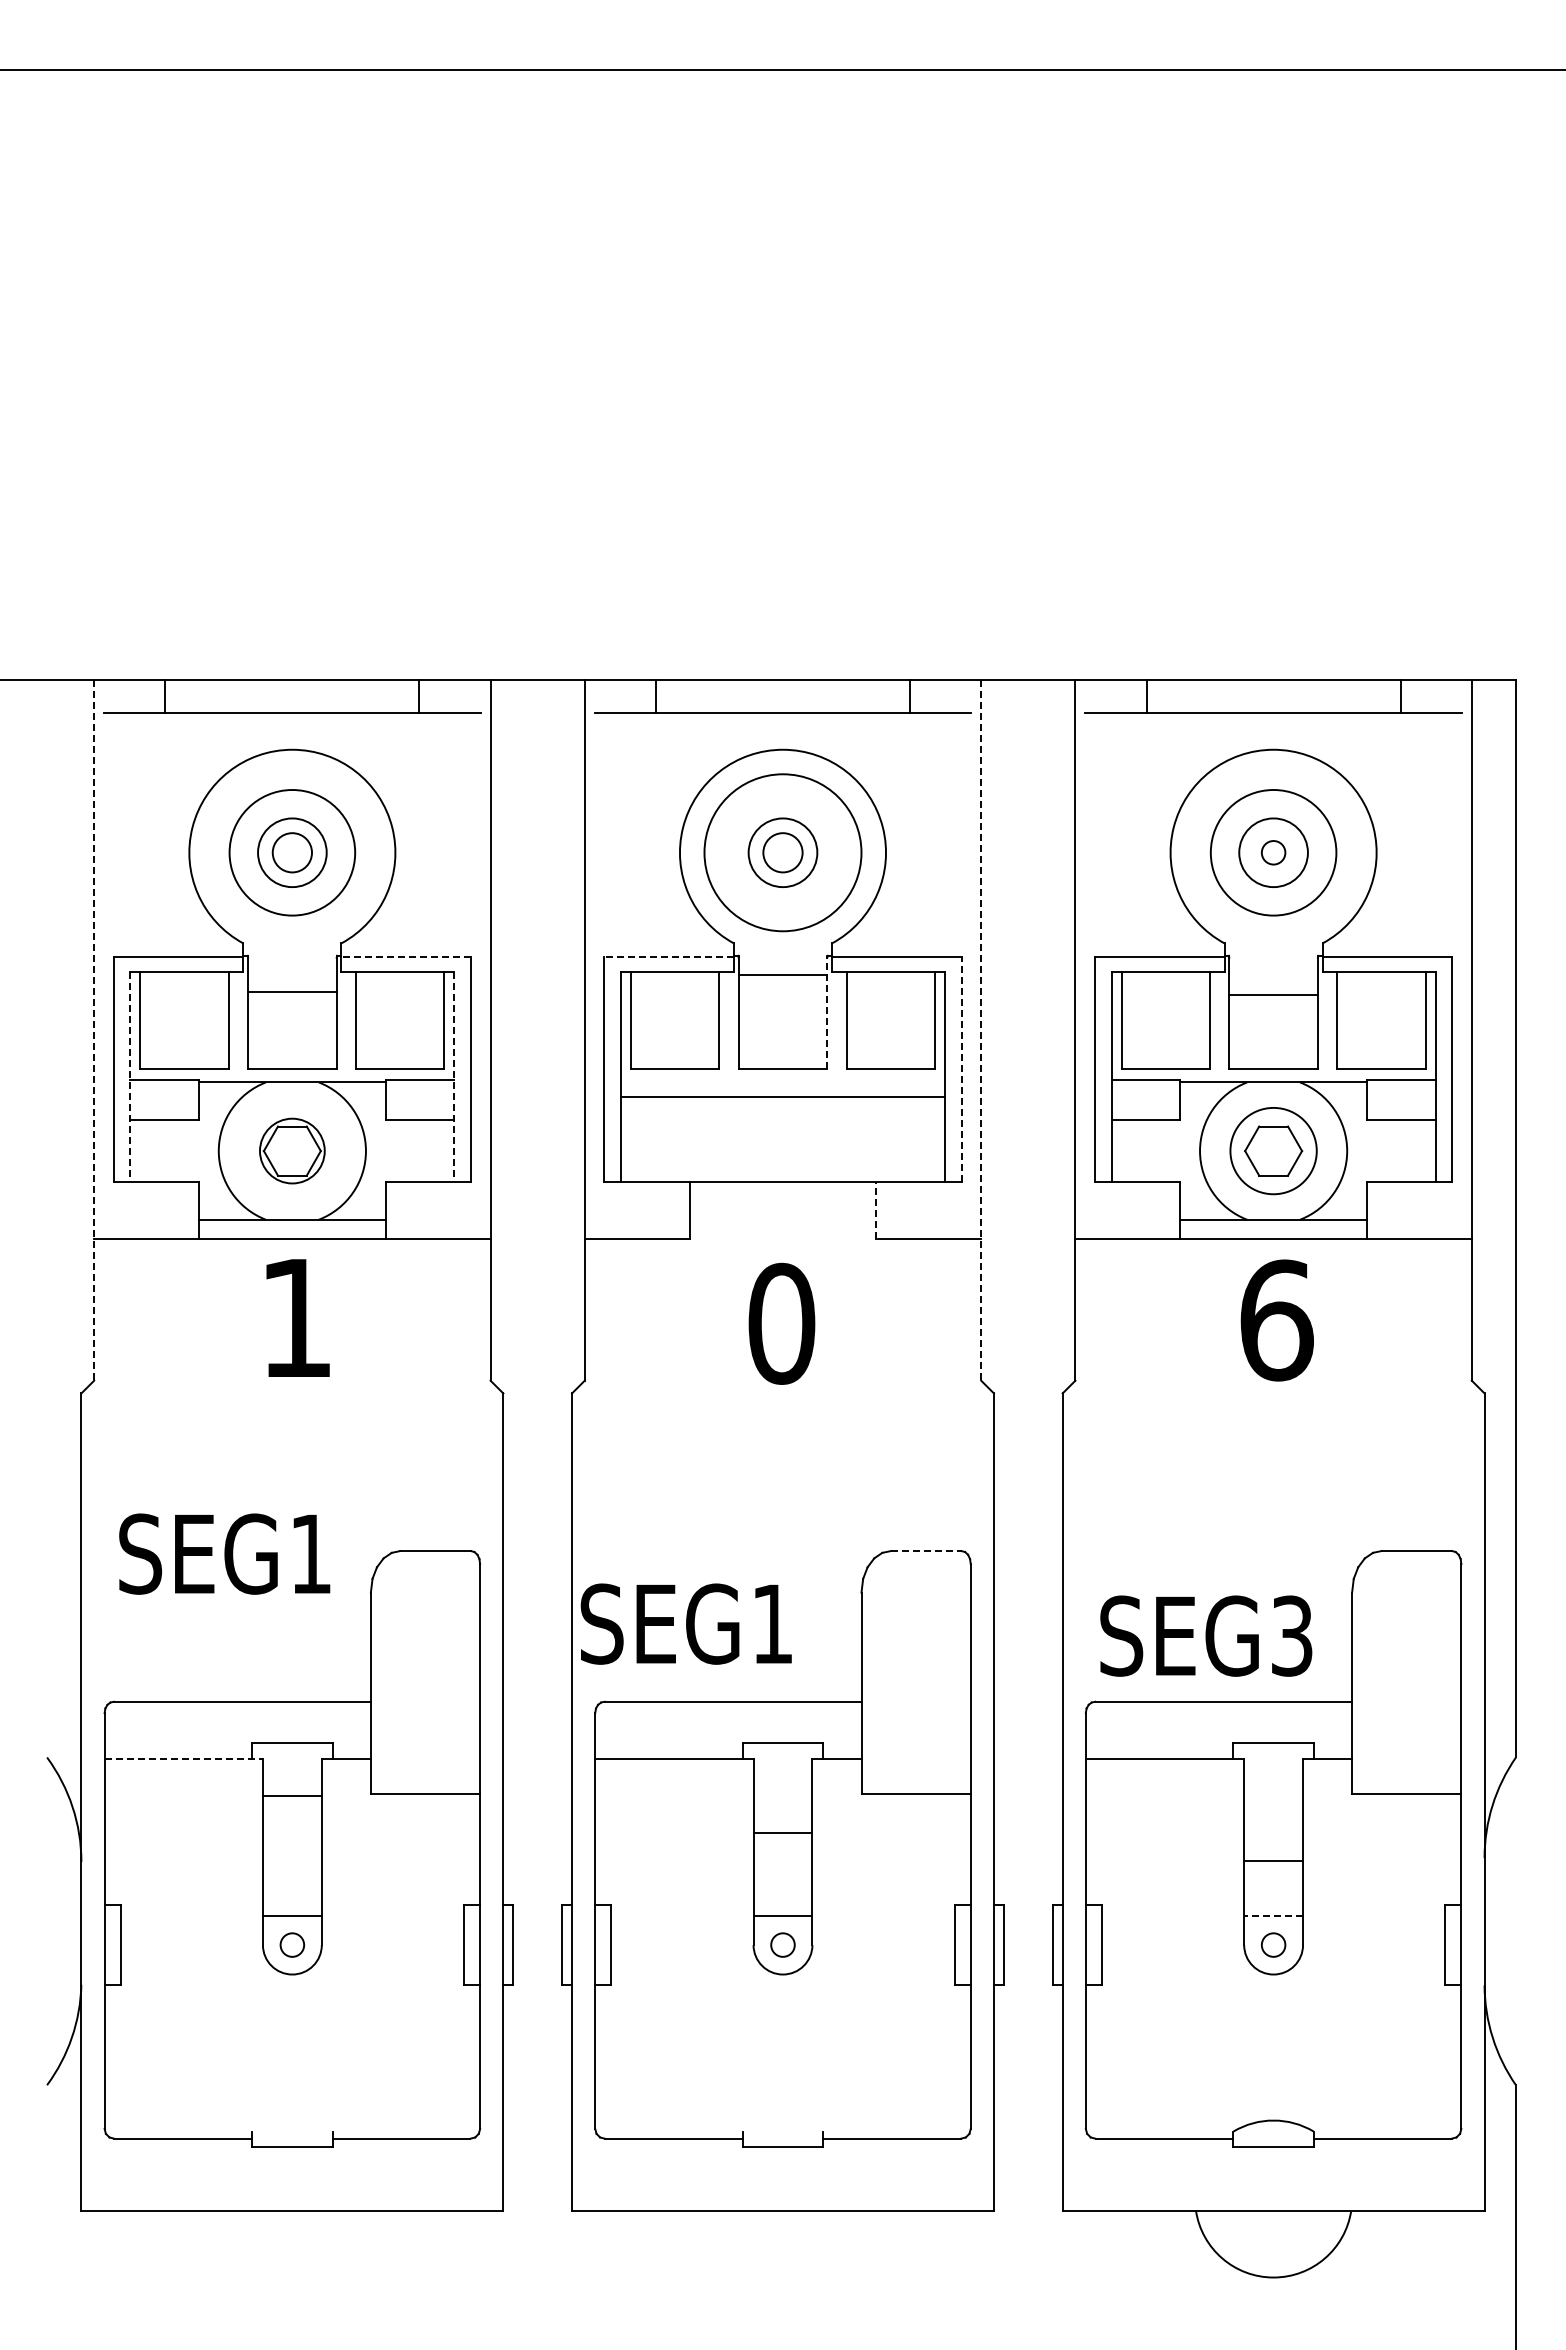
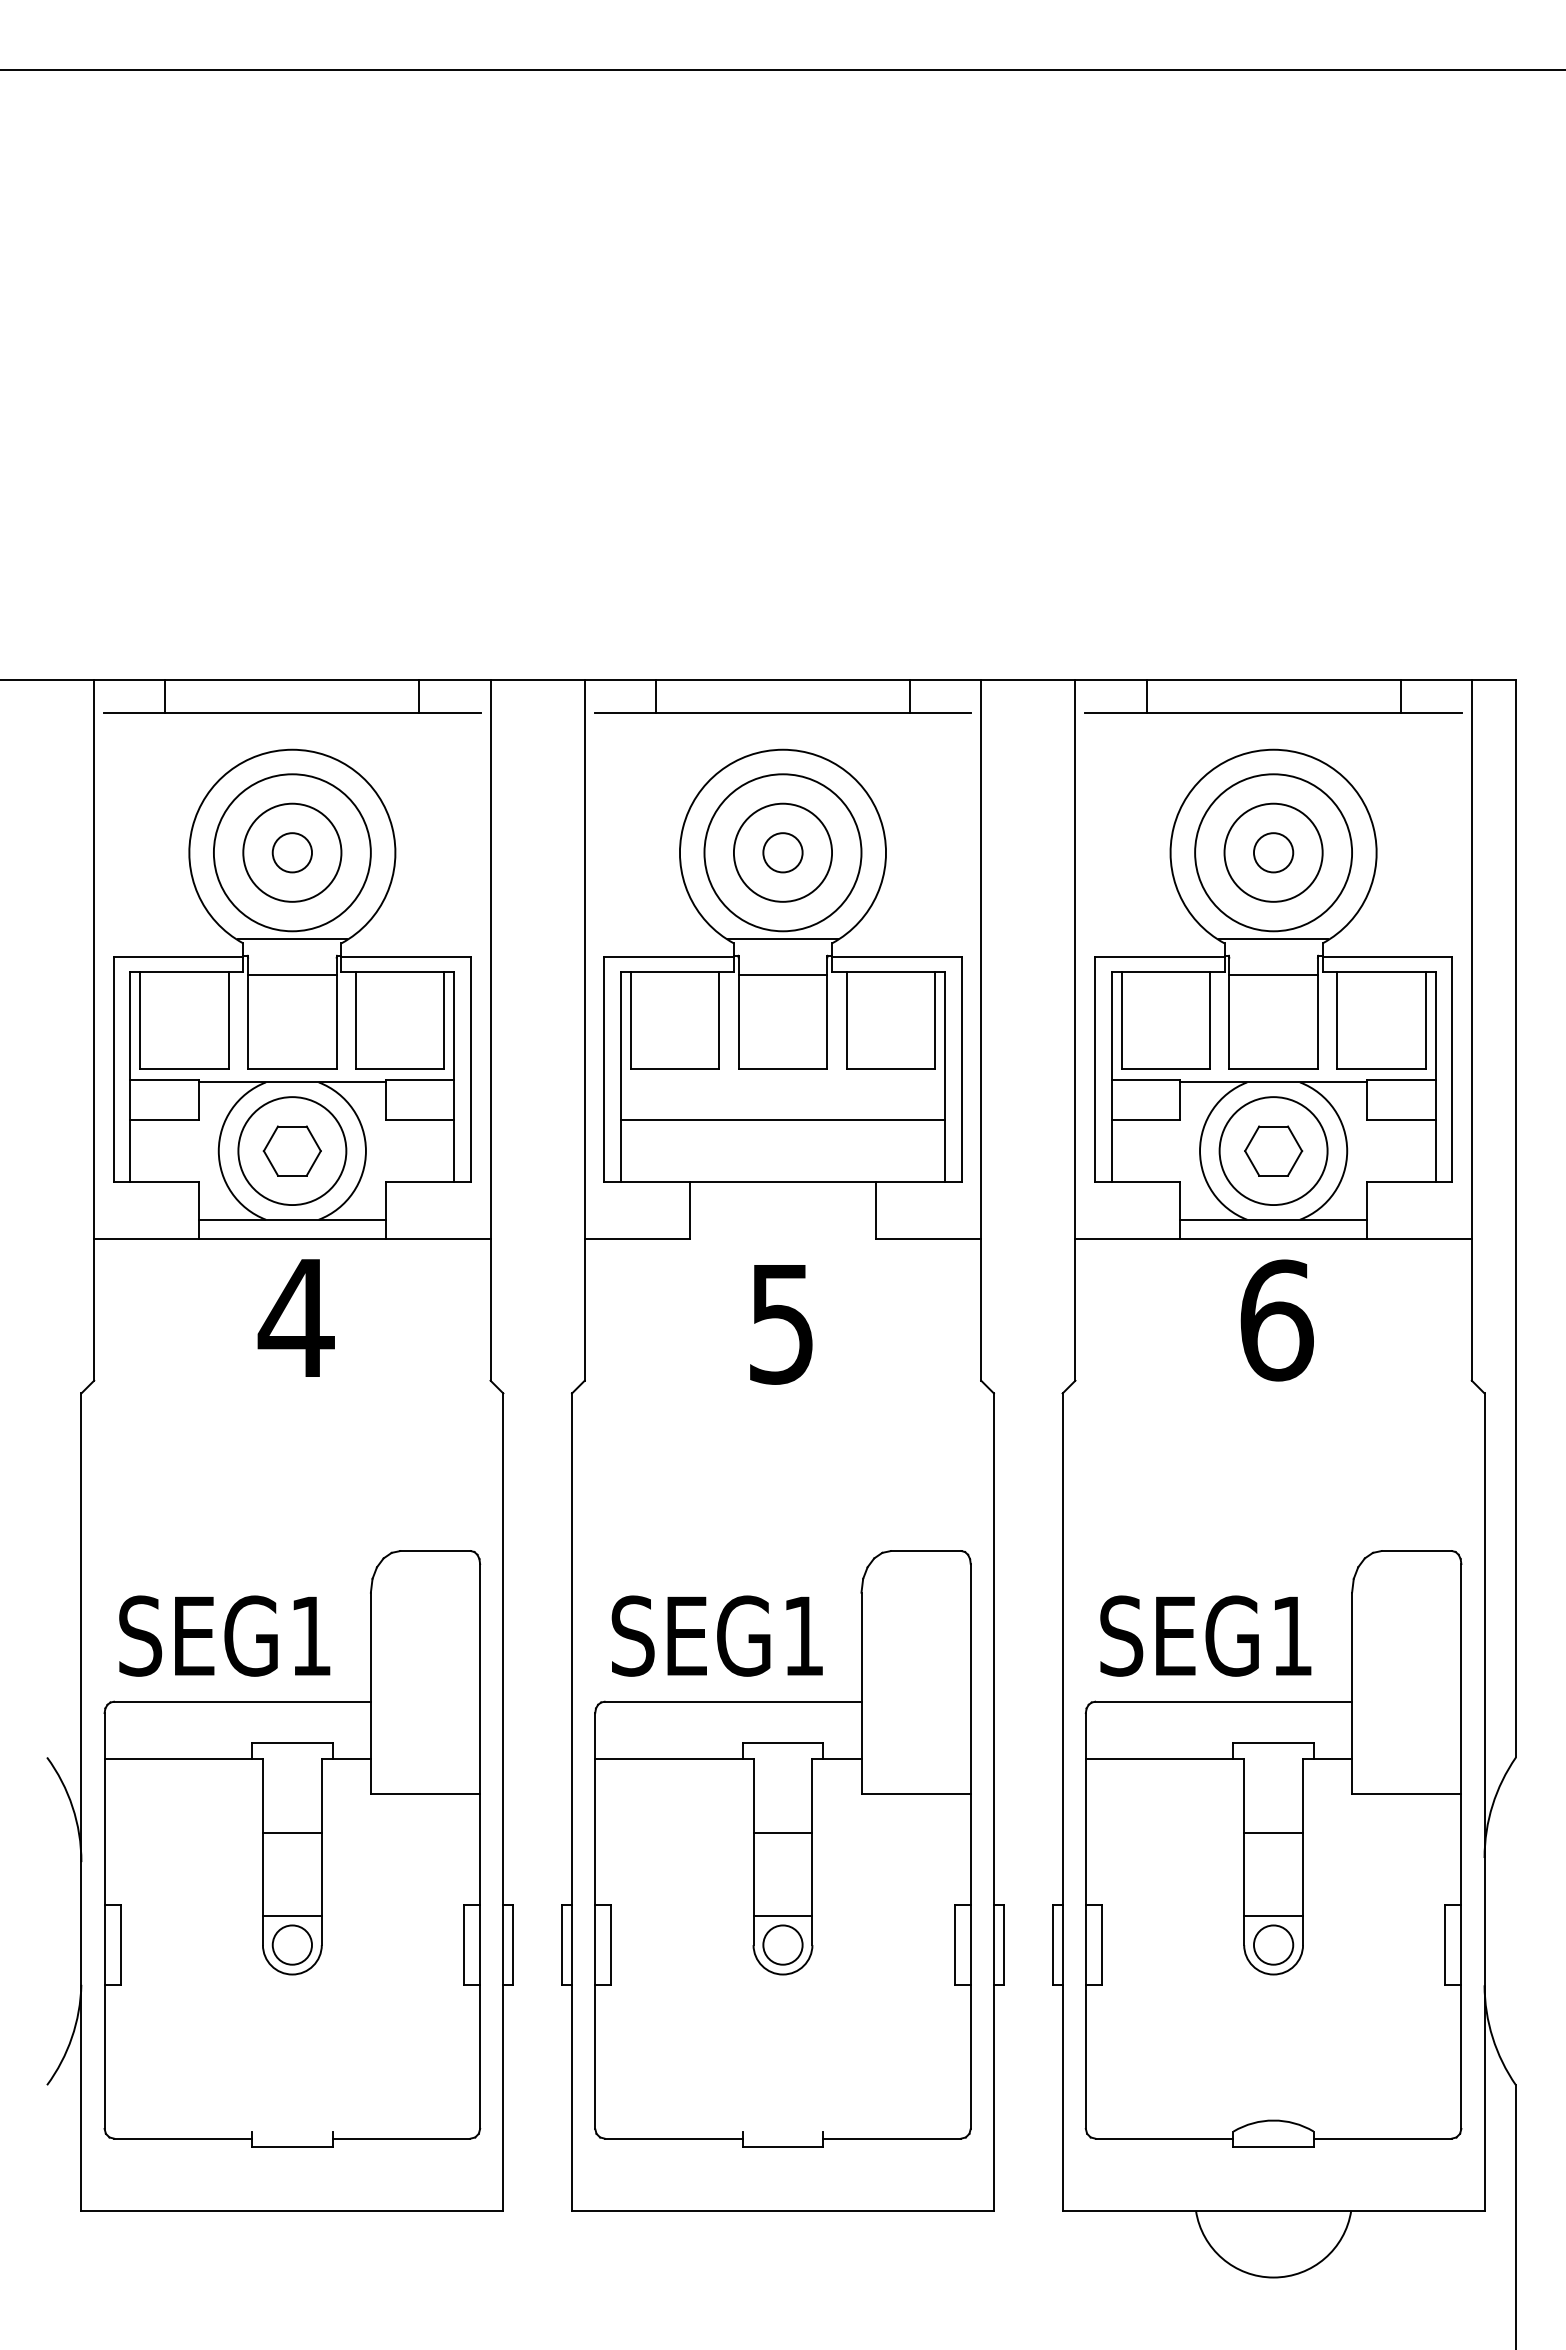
circle at (292, 852) diameter: 126 px -> 157 px
circle at (292, 852) diameter: 69 px -> 98 px
circle at (782, 852) diameter: 69 px -> 98 px
circle at (1273, 852) diameter: 126 px -> 157 px
circle at (1273, 852) diameter: 24 px -> 39 px
circle at (1273, 852) diameter: 69 px -> 98 px
line at (292, 939): none -> present
line at (782, 939): none -> present
line at (1273, 939): none -> present
line at (406, 956): dashed -> solid
line at (669, 956): dashed -> solid
line at (292, 991) position: (292, 991) -> (292, 974)
line at (1273, 994) position: (1273, 994) -> (1273, 974)
line at (827, 1011): dashed -> solid
line at (94, 1030): dashed -> solid
line at (981, 1030): dashed -> solid
line at (961, 1069): dashed -> solid
line at (130, 1077): dashed -> solid
line at (454, 1077): dashed -> solid
line at (782, 1096) position: (782, 1096) -> (782, 1119)
circle at (292, 1150) diameter: 65 px -> 108 px
circle at (1273, 1150) diameter: 86 px -> 108 px
line at (876, 1210): dashed -> solid
text at (295, 1317): 1 -> 4
text at (781, 1323): 0 -> 5
line at (926, 1551): dashed -> solid
text at (224, 1553) position: (224, 1553) -> (224, 1635)
text at (685, 1623) position: (685, 1623) -> (716, 1635)
text at (1292, 1635): SEG3 -> SEG1
line at (184, 1758): dashed -> solid
line at (291, 1796) position: (291, 1796) -> (291, 1833)
line at (1273, 1861) position: (1273, 1861) -> (1273, 1833)
line at (1273, 1915): dashed -> solid
circle at (292, 1944) diameter: 24 px -> 39 px
circle at (782, 1944) diameter: 24 px -> 39 px
circle at (1273, 1944) diameter: 24 px -> 39 px
